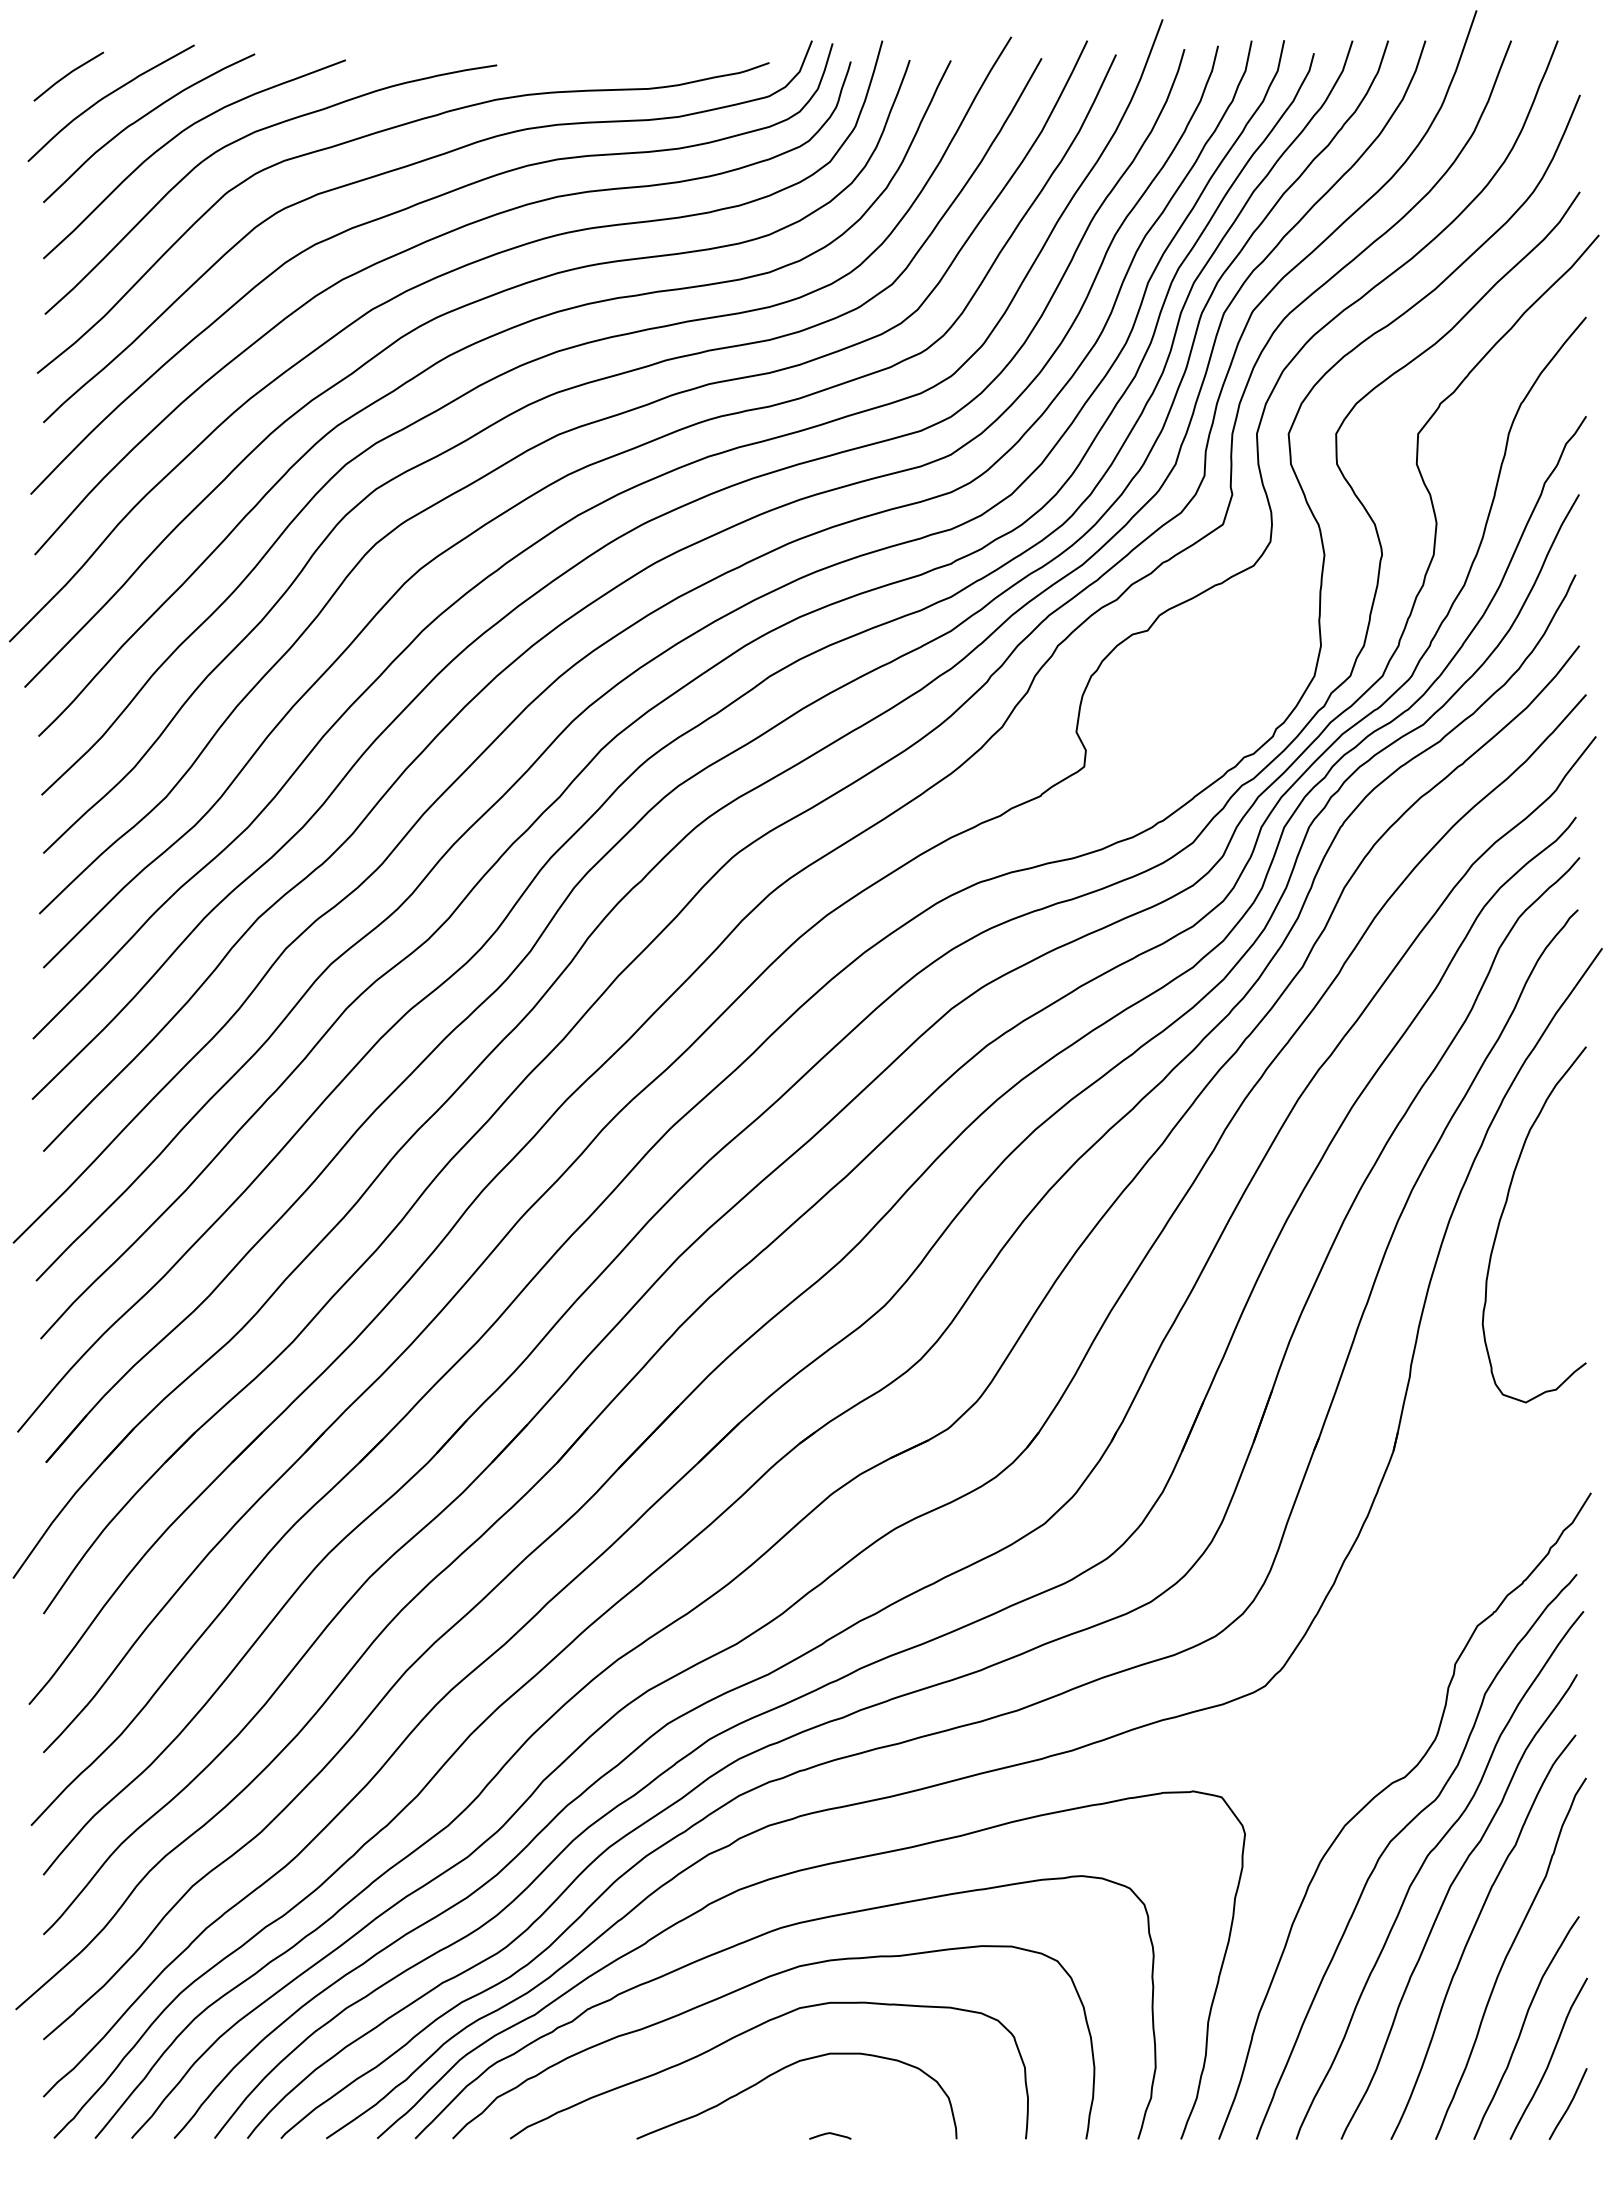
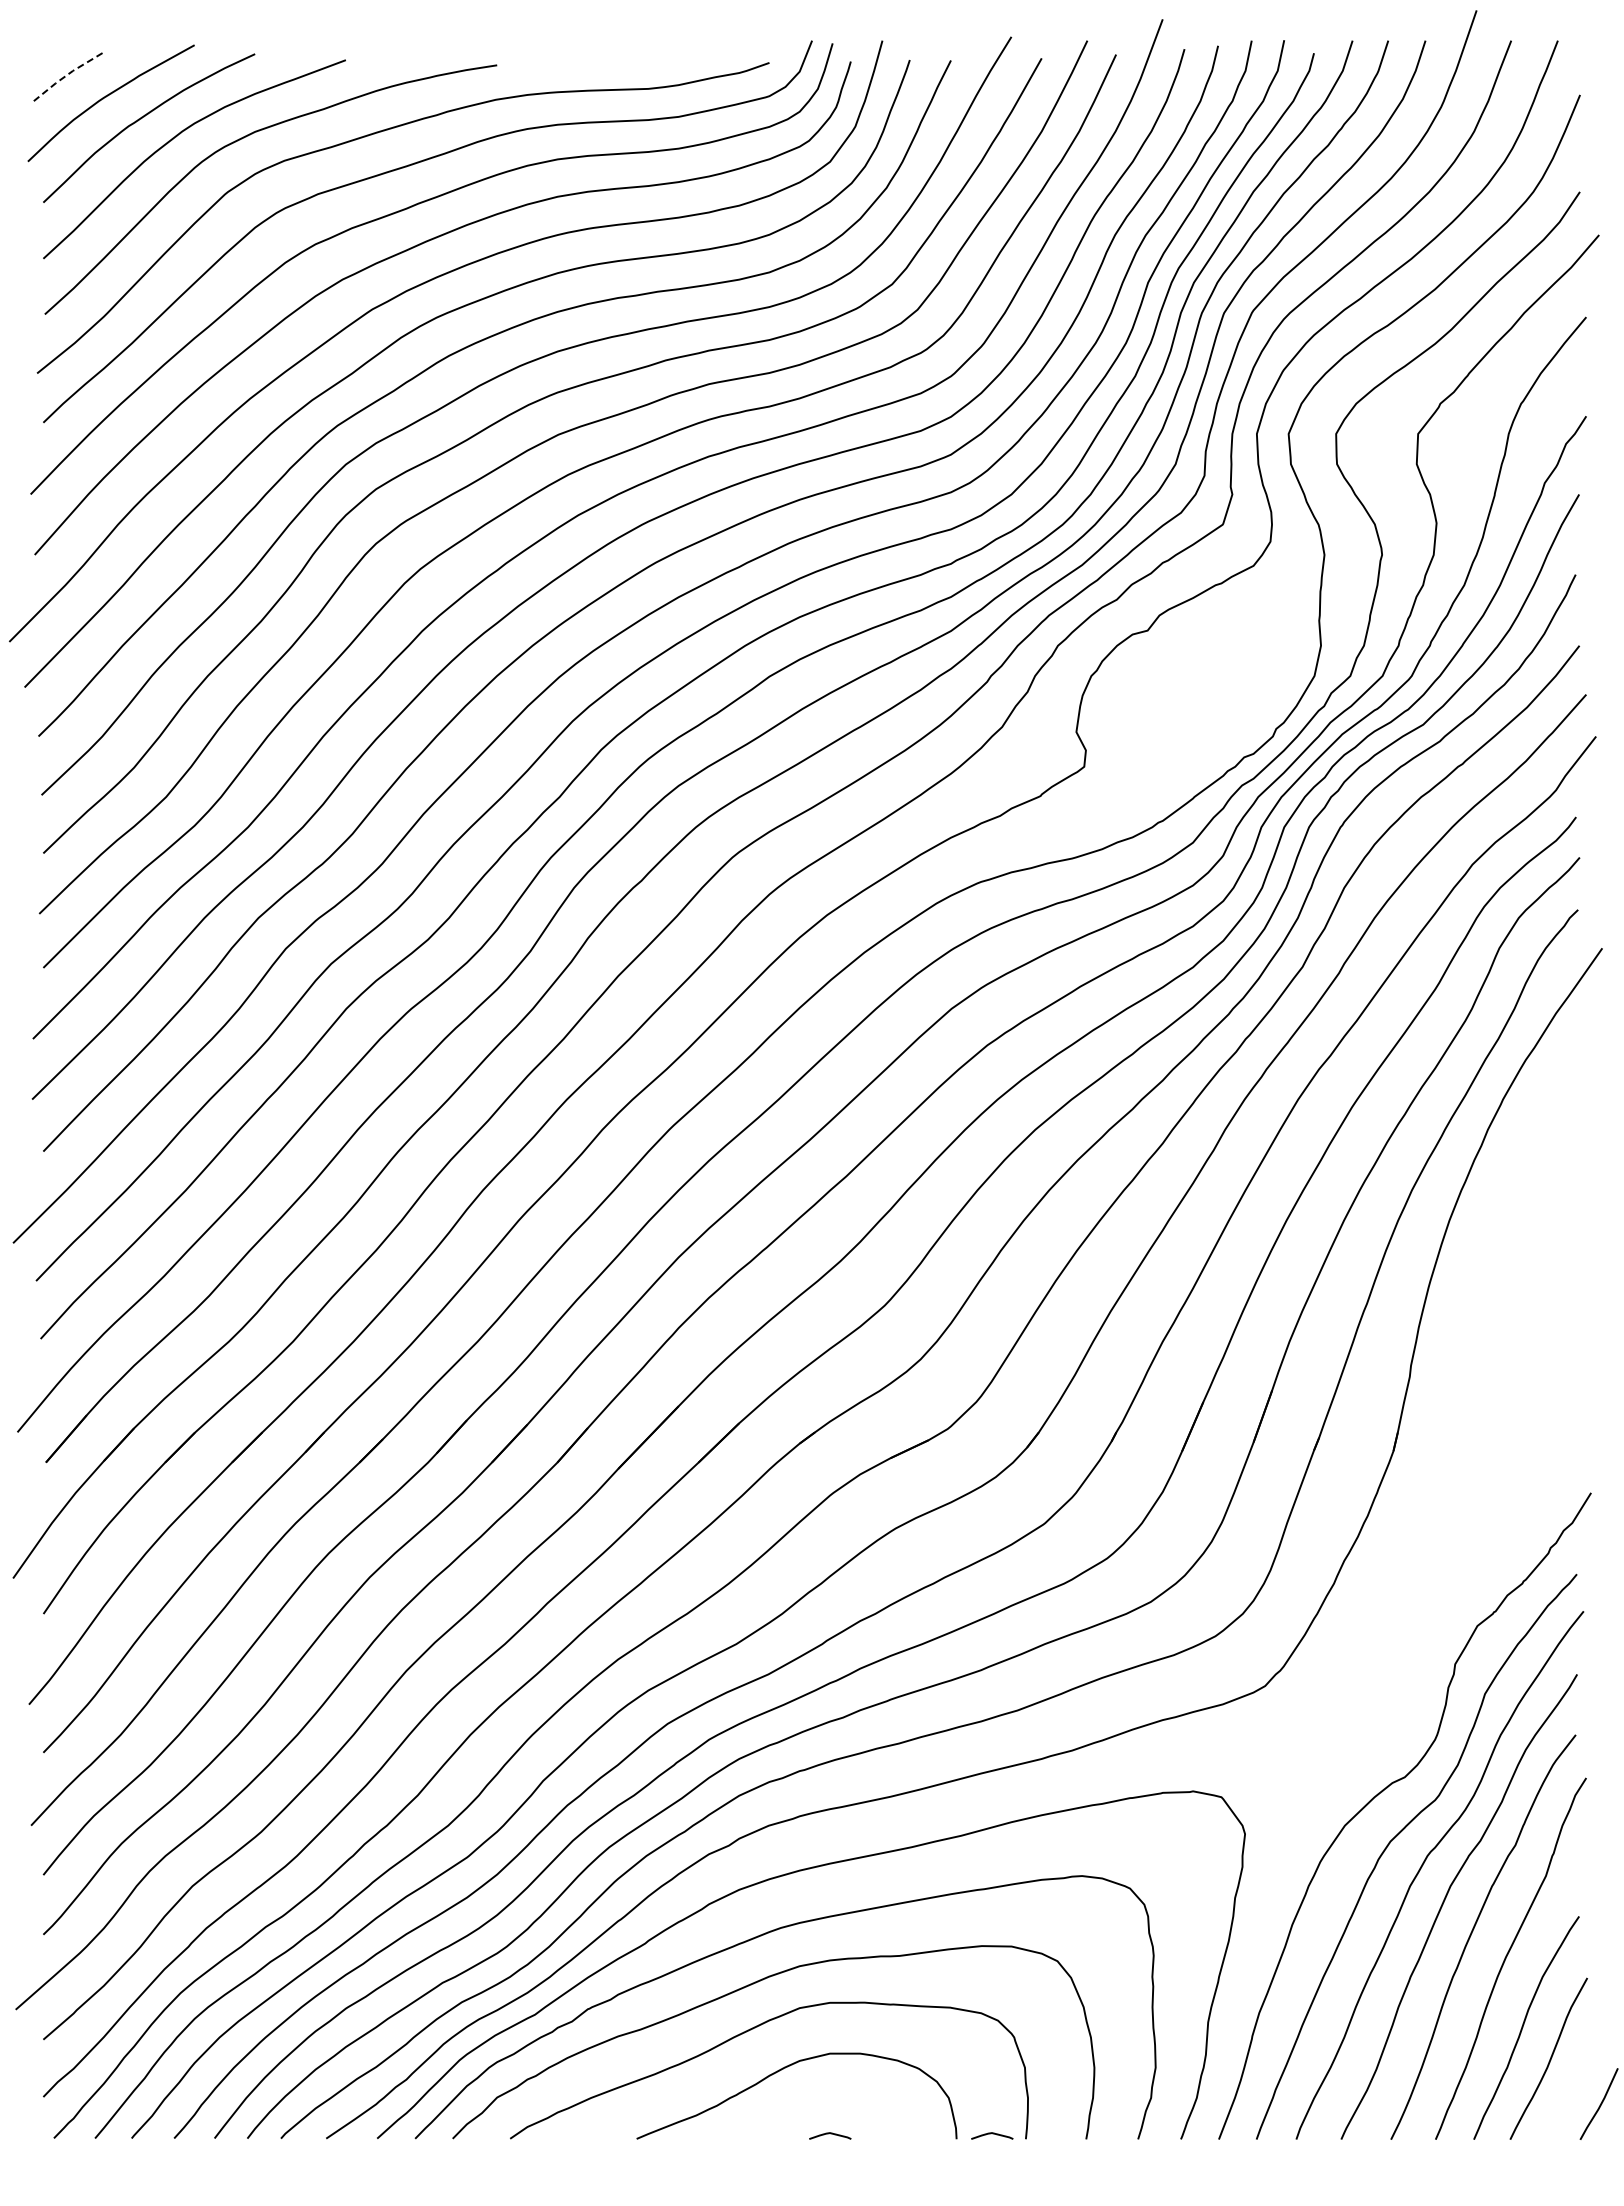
line at (67, 74): solid -> dashed
curve at (1503, 1213): present -> none
line at (1569, 2103) position: (1569, 2103) -> (1600, 2103)
curve at (992, 2134): none -> present
